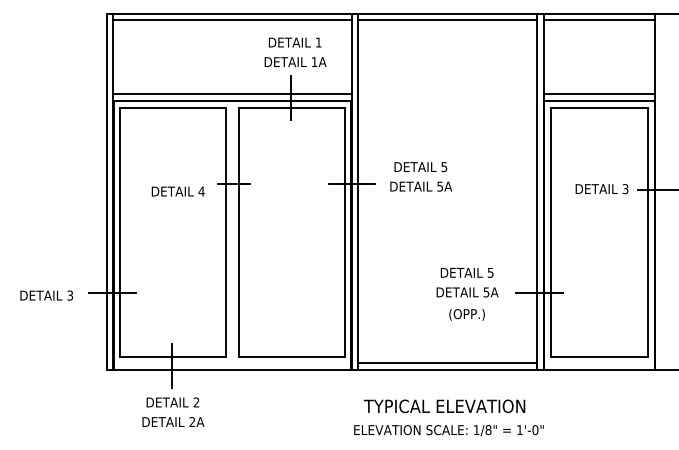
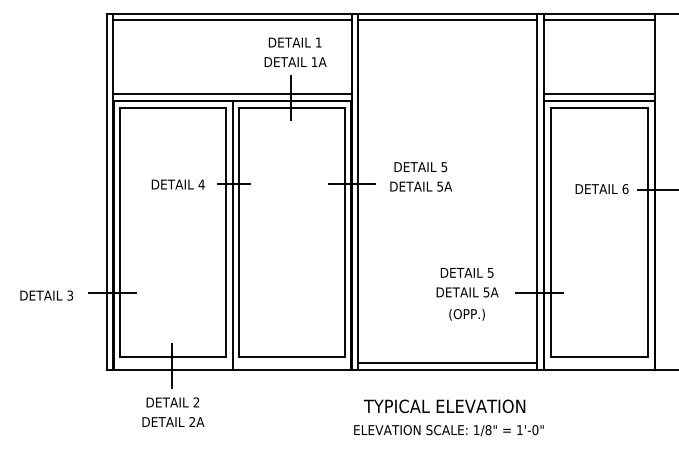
text at (625, 189): 3 -> 6
text at (177, 191) position: (177, 191) -> (177, 184)
line at (232, 235): none -> present
